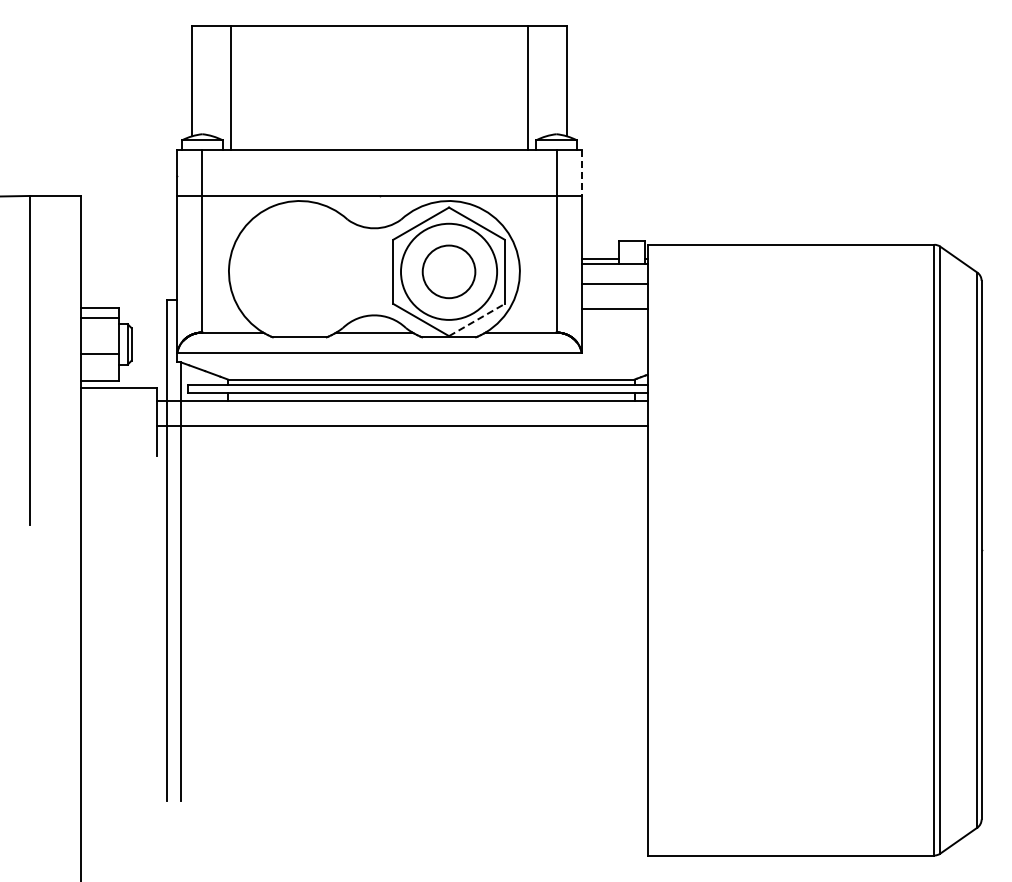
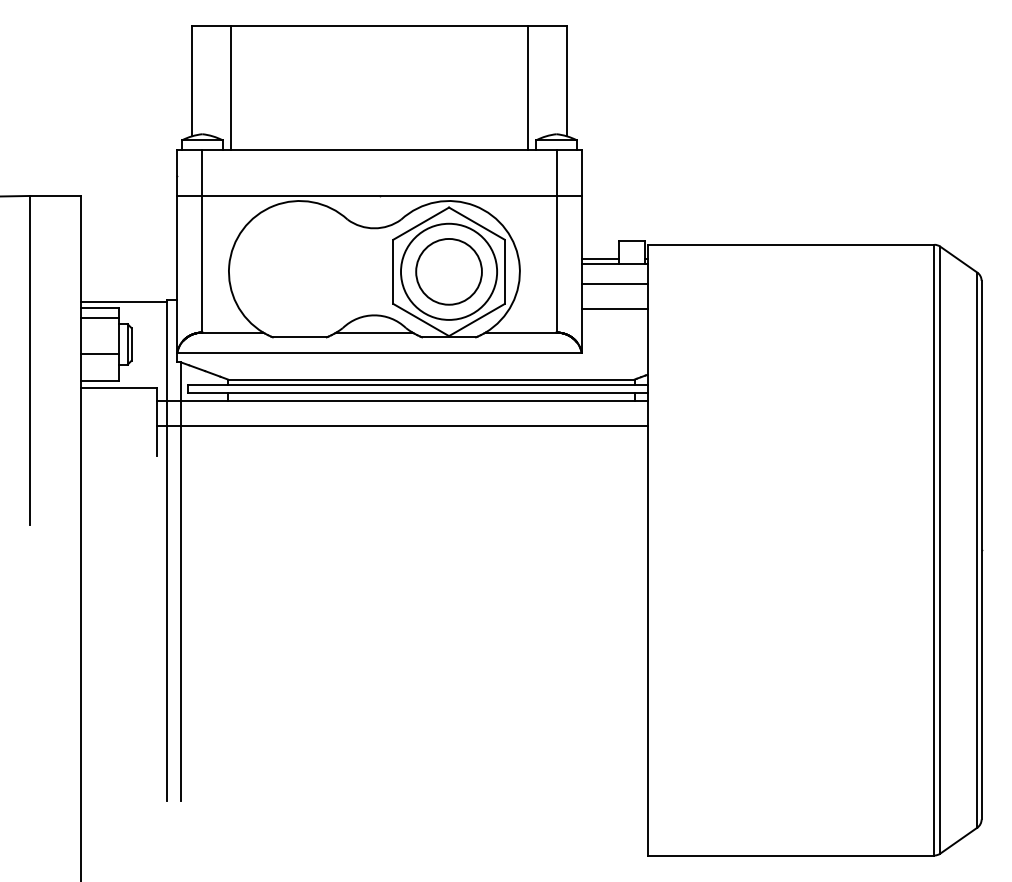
line at (581, 173): dashed -> solid
circle at (448, 271) size: 56x56 px -> 68x68 px
line at (123, 302): none -> present
line at (477, 319): dashed -> solid
